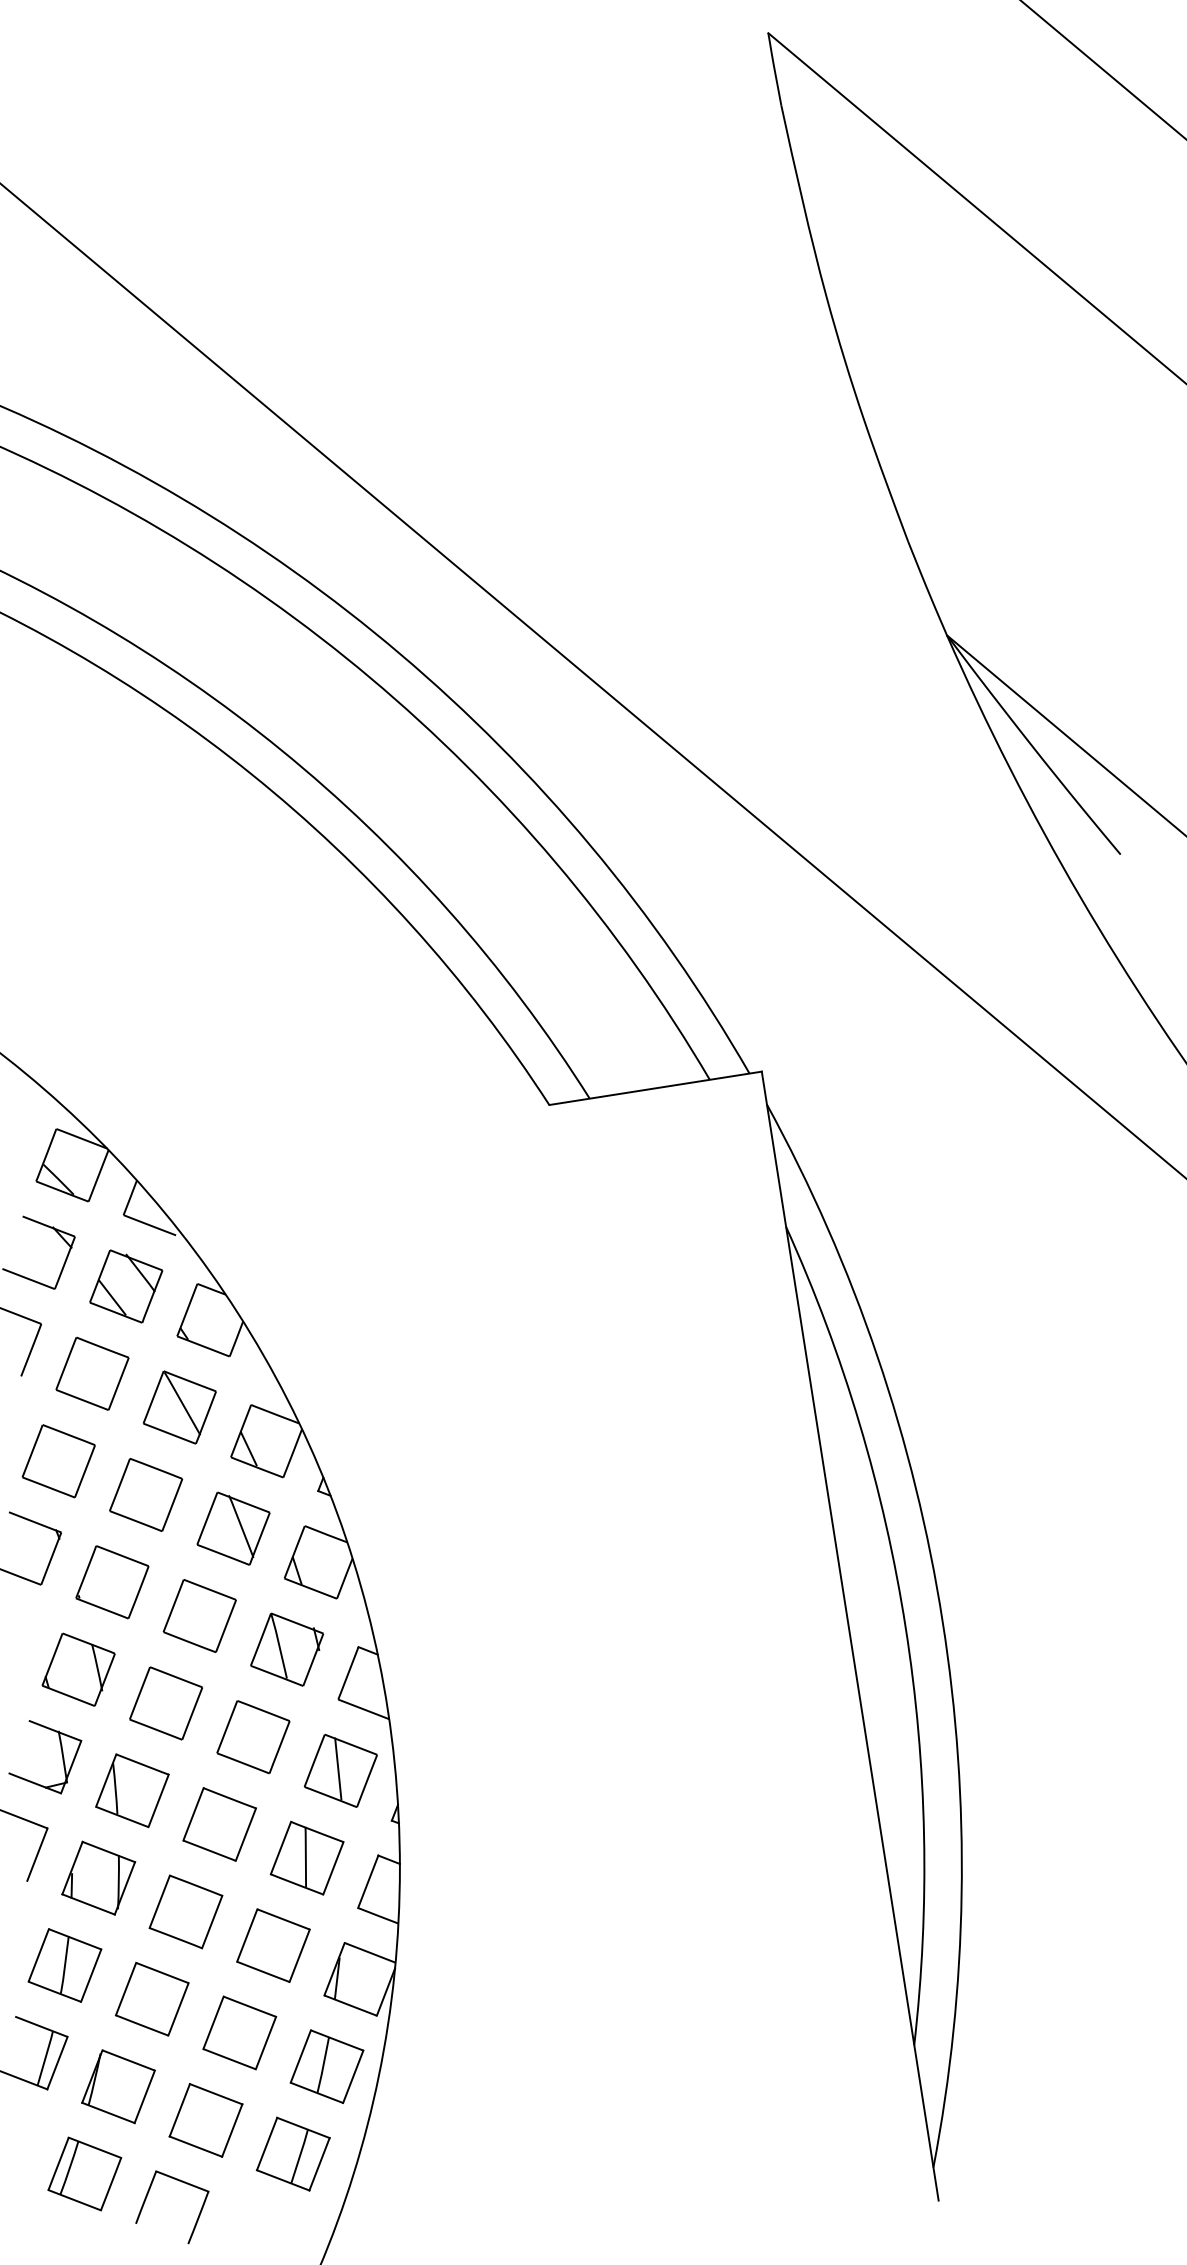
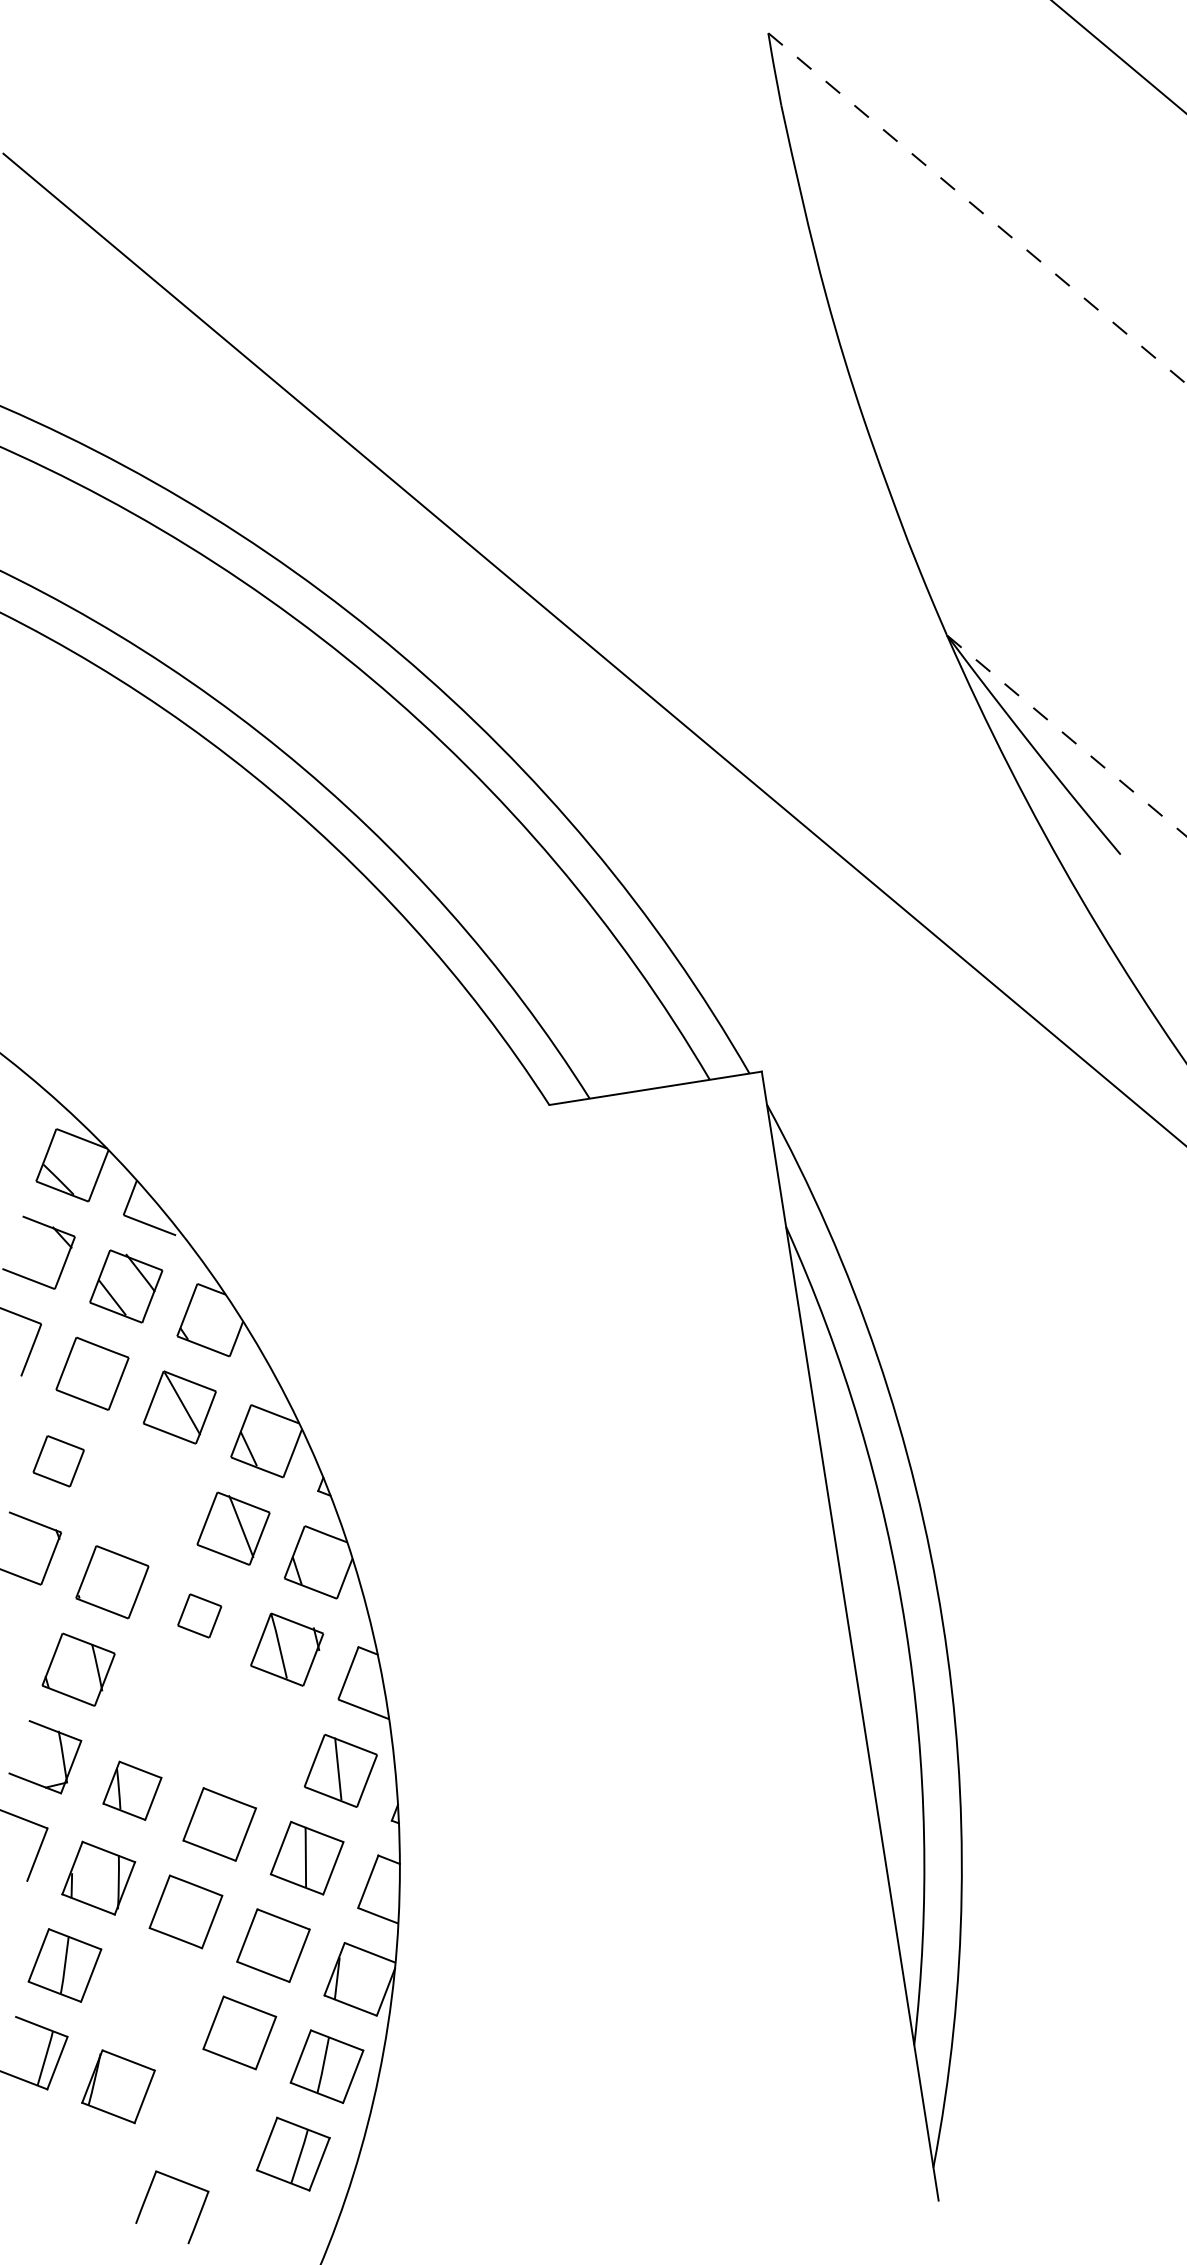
line at (1102, 69) position: (1102, 69) -> (1118, 56)
line at (977, 208): solid -> dashed
line at (592, 680) position: (592, 680) -> (593, 648)
line at (1066, 735): solid -> dashed
part at (58, 1461) size: 75x75 px -> 53x53 px
part at (146, 1494): present -> none
part at (199, 1615) size: 75x74 px -> 46x46 px
part at (166, 1703): present -> none
part at (253, 1737): present -> none
part at (132, 1790) size: 75x76 px -> 61x61 px
part at (151, 1999): present -> none
part at (205, 2120): present -> none
part at (84, 2173): present -> none
